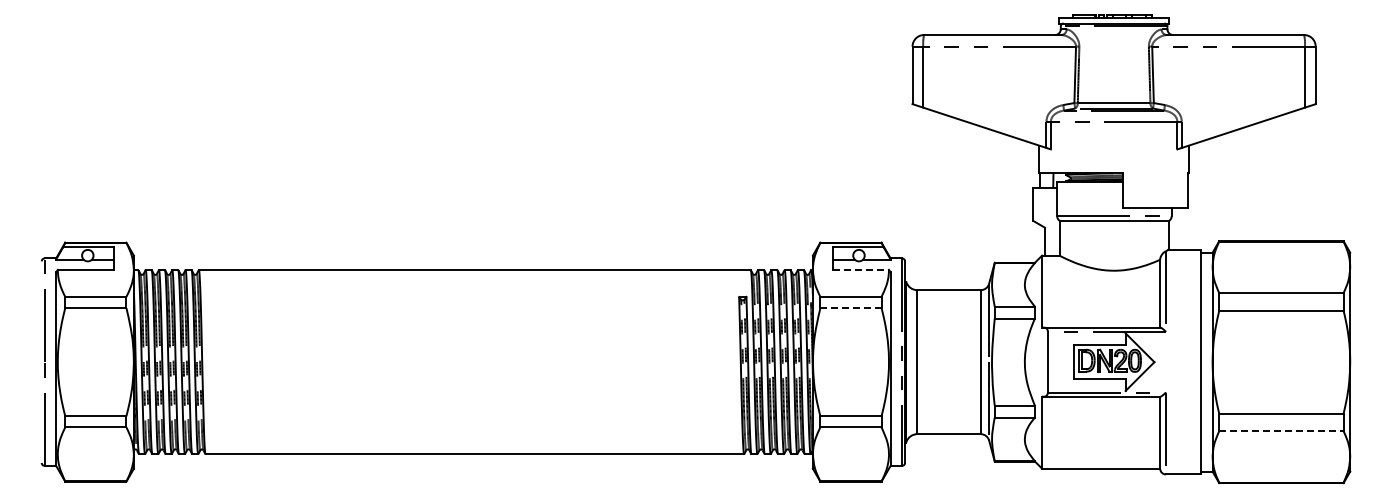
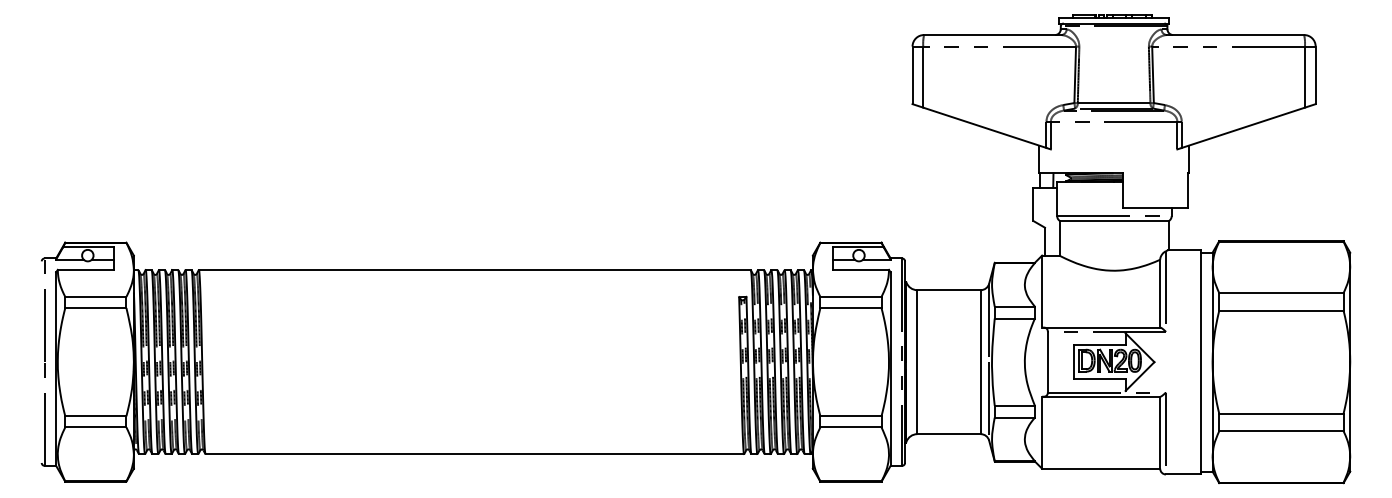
line at (861, 269): dashed -> solid
line at (850, 308): dashed -> solid
line at (1281, 431): dashed -> solid
